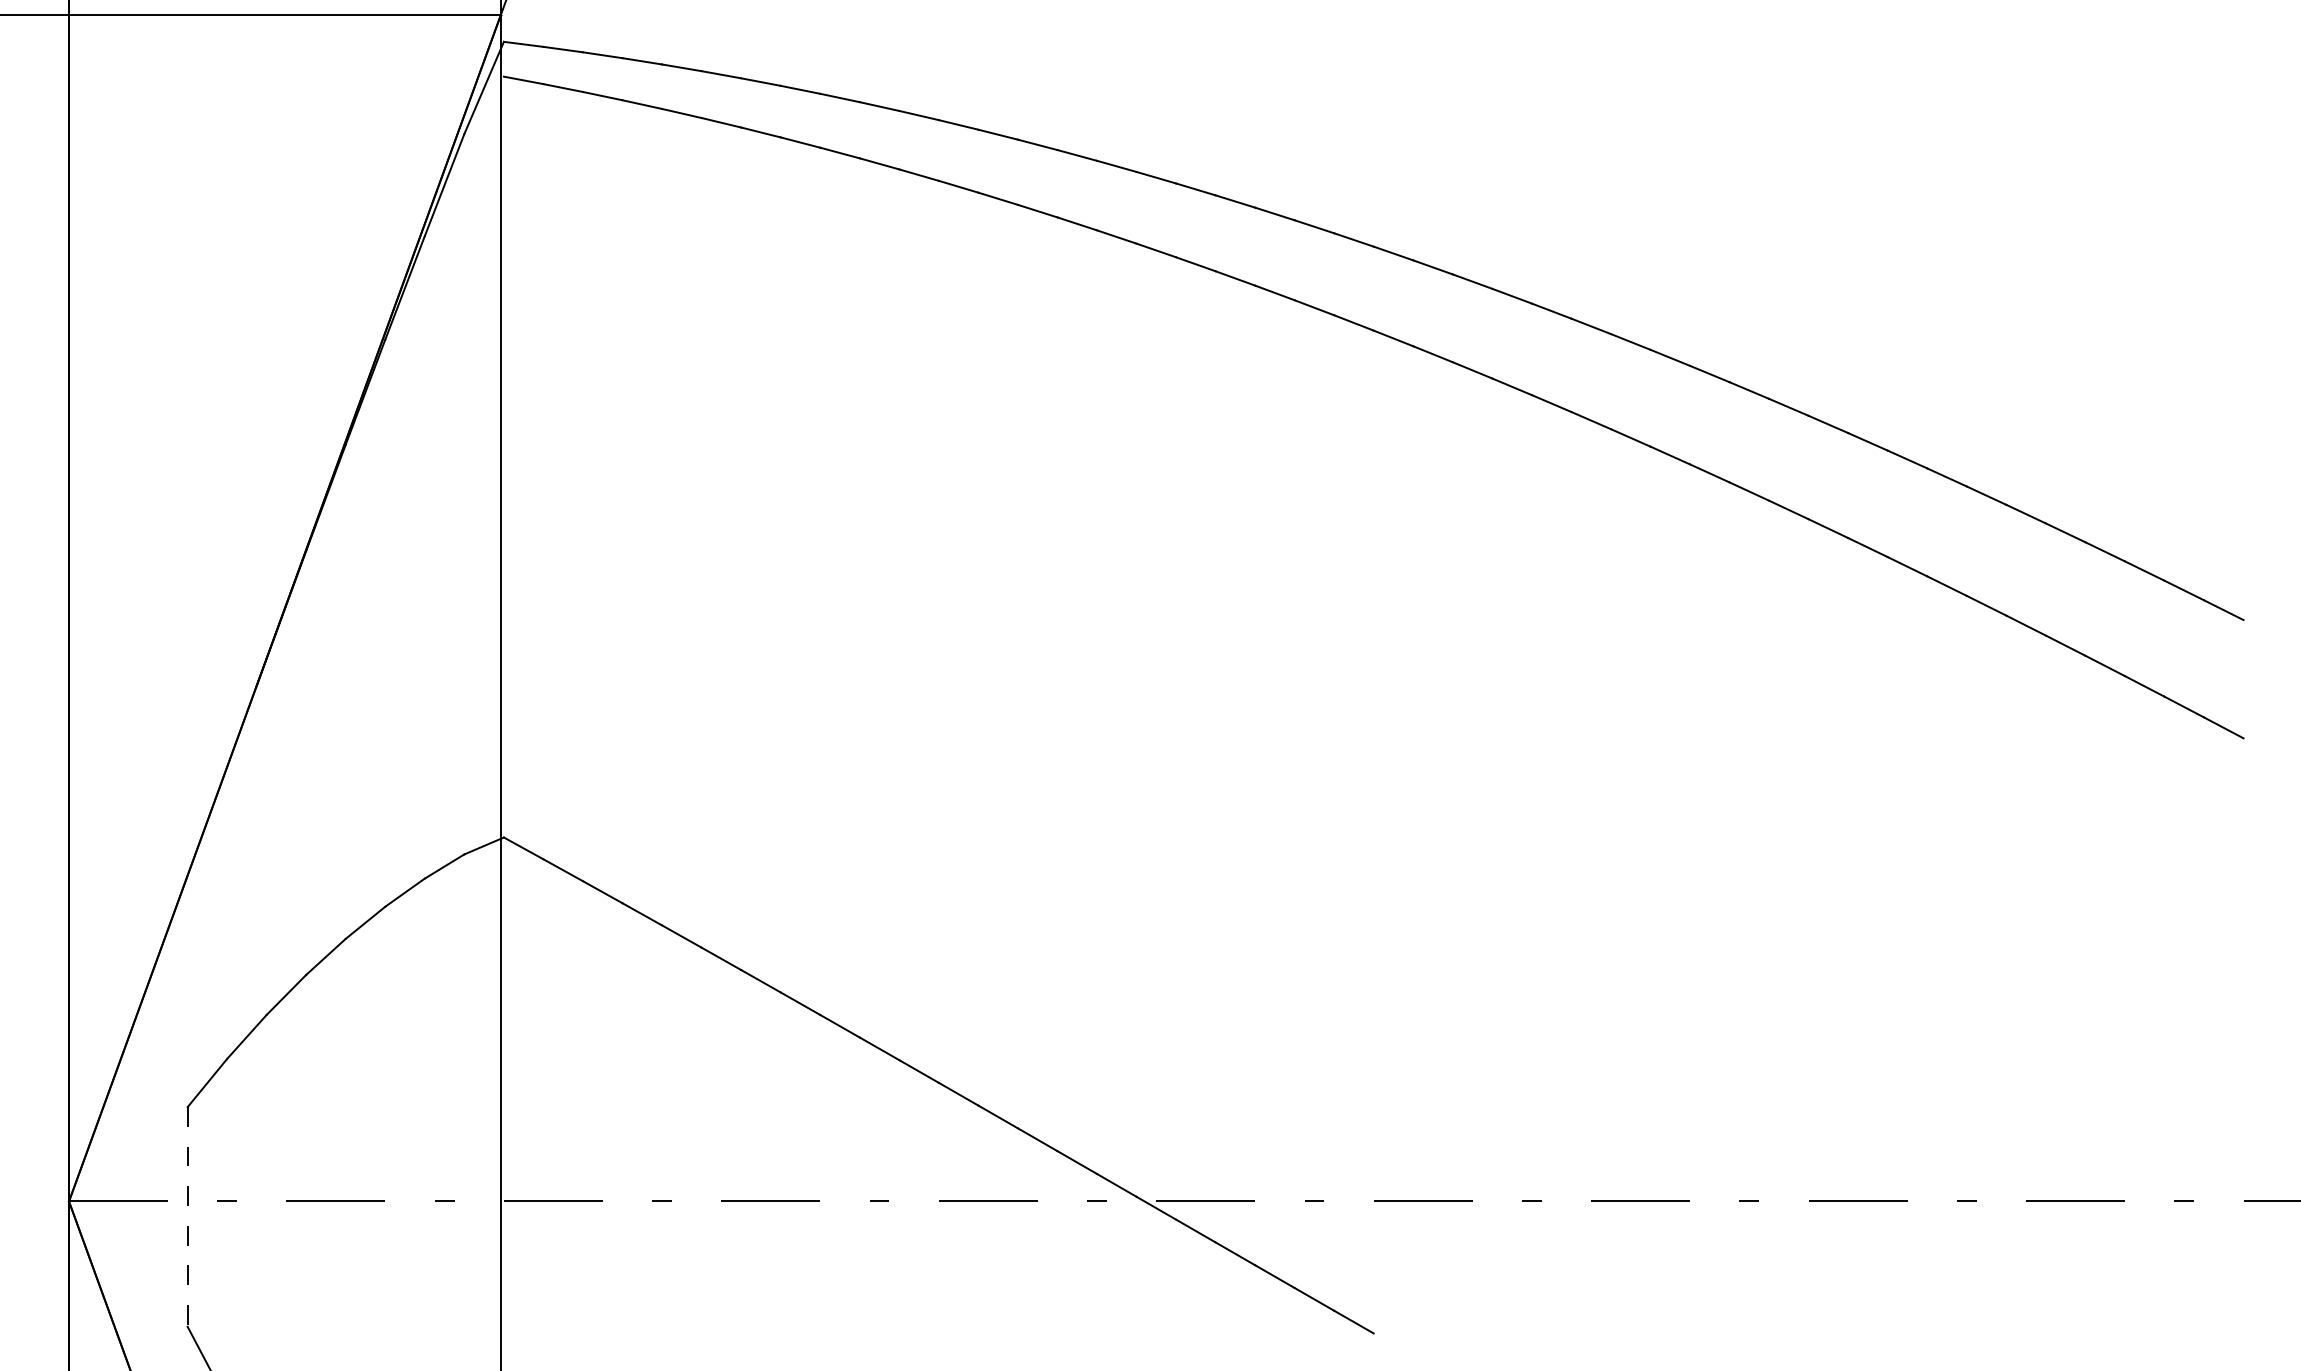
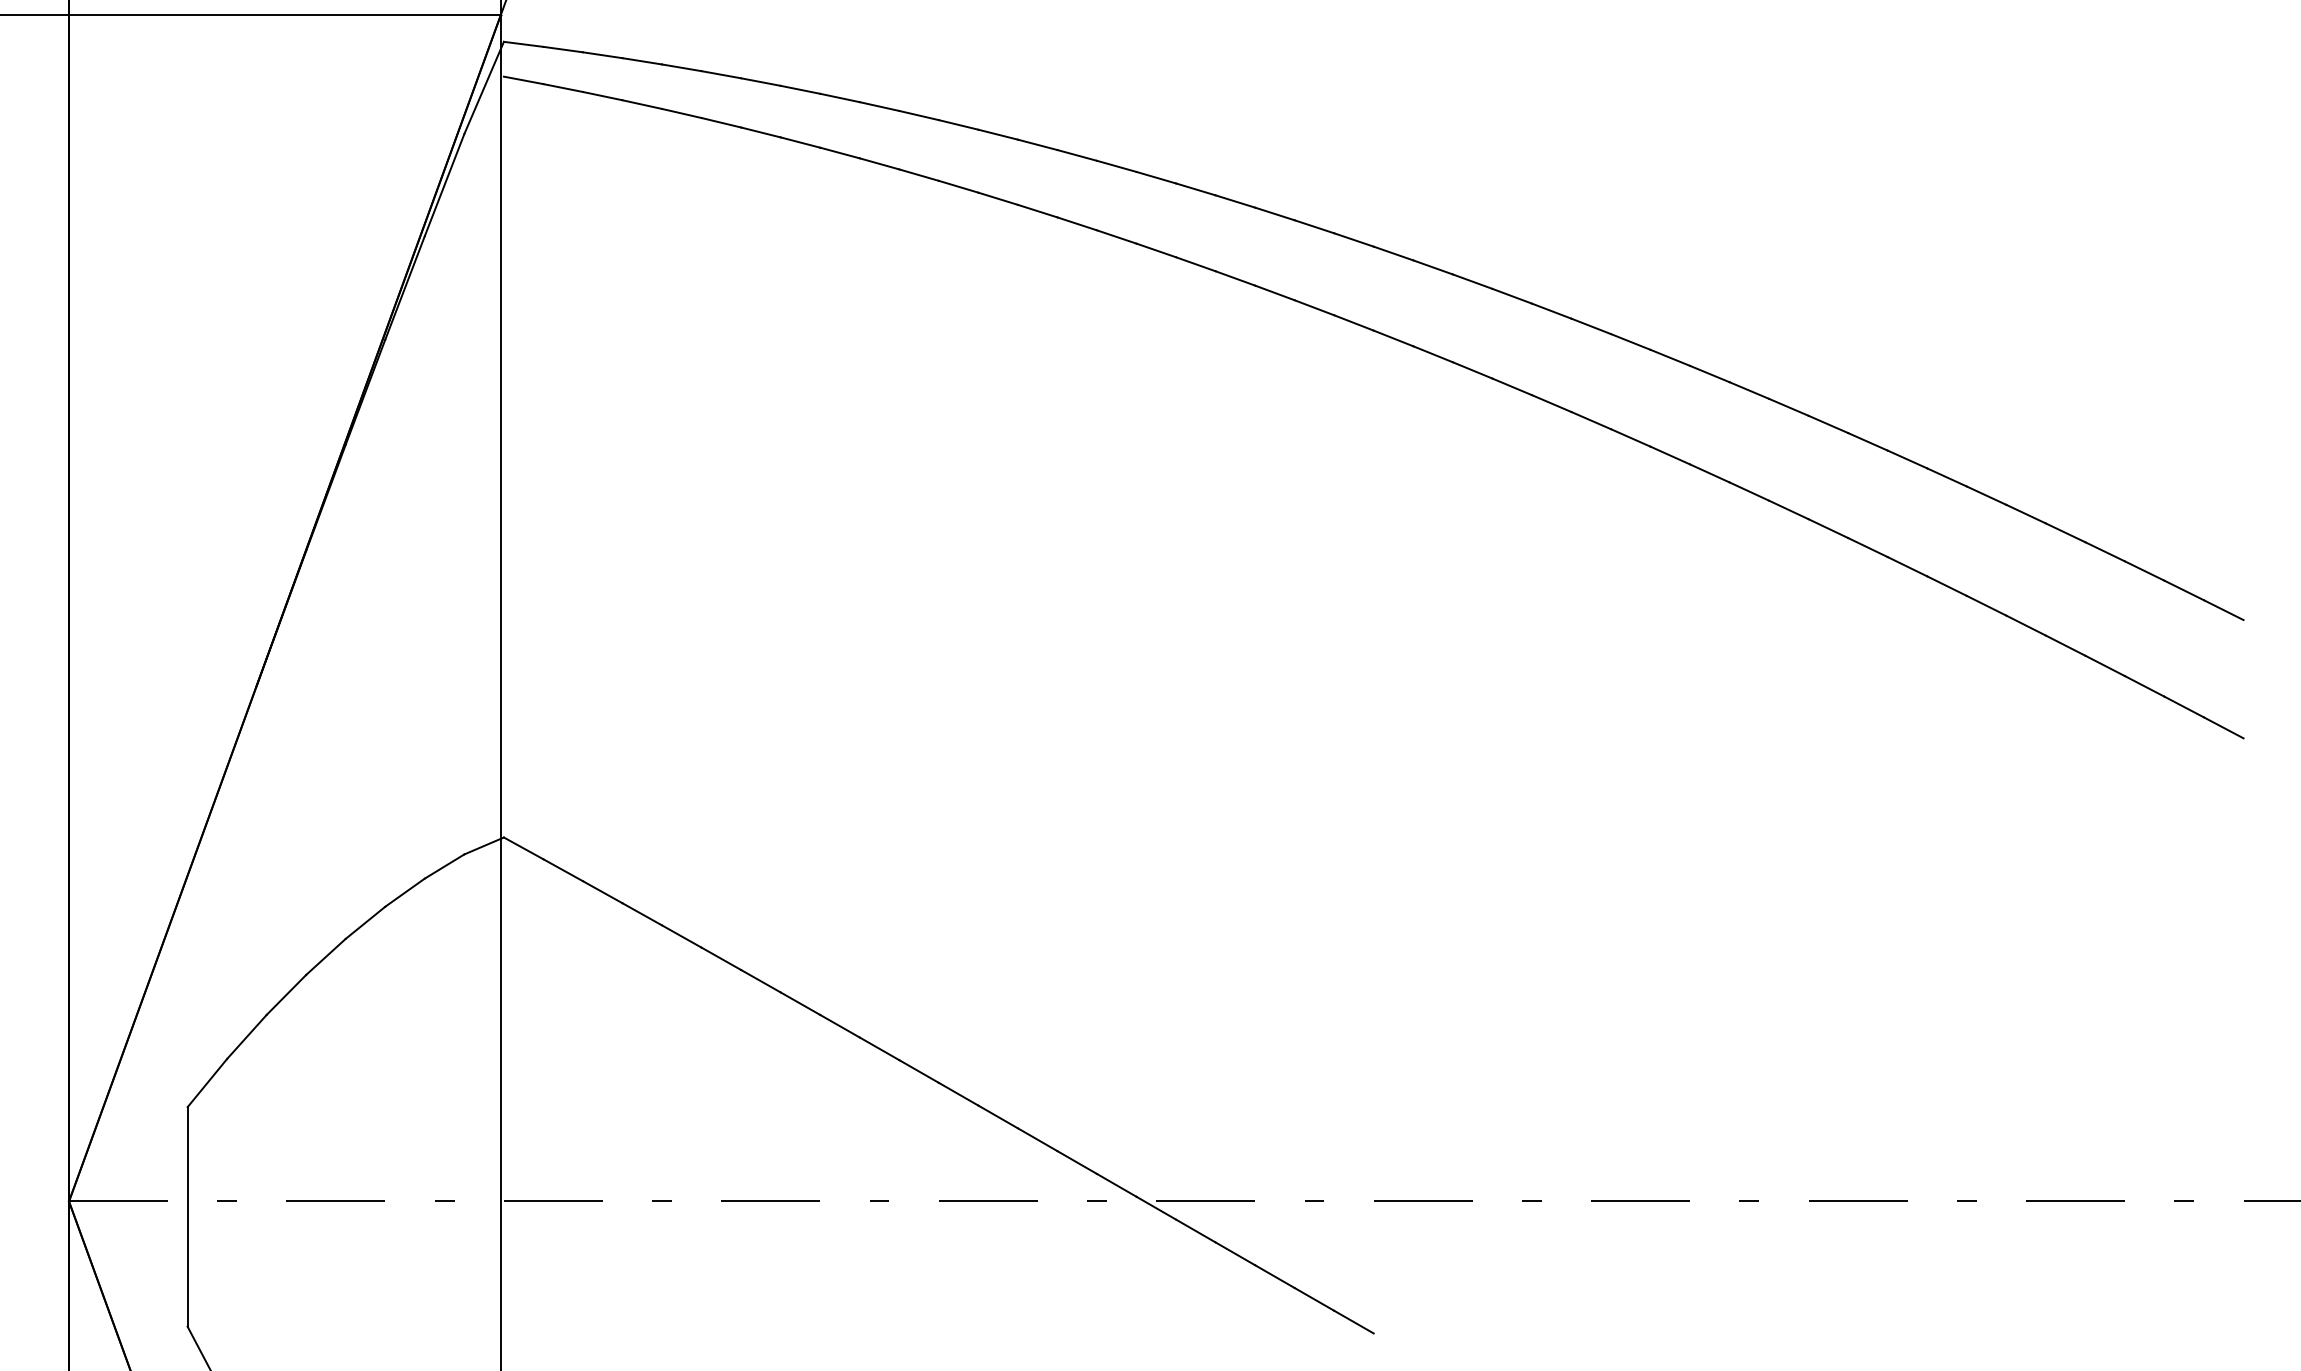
line at (187, 1216): dashed -> solid
